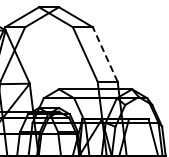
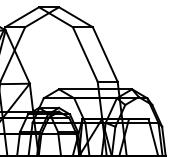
line at (105, 54): dashed -> solid
